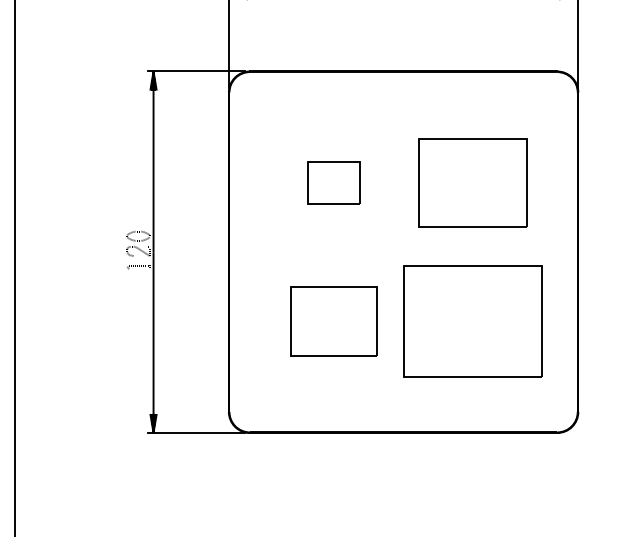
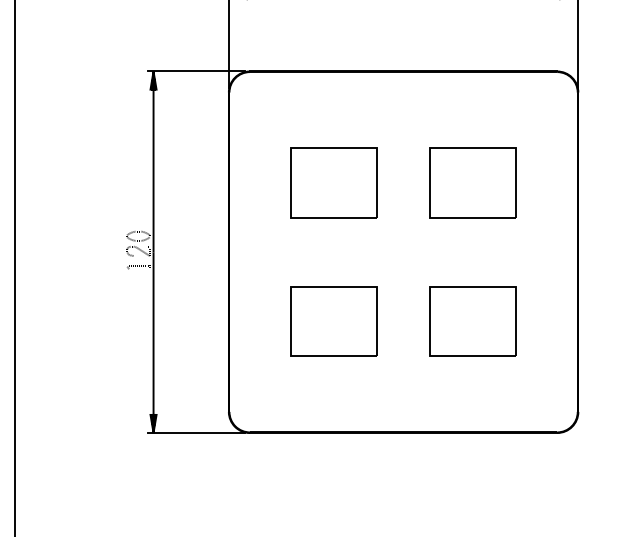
part at (333, 182) size: 54x44 px -> 88x72 px
part at (472, 182) size: 110x90 px -> 88x72 px
part at (472, 321) size: 140x113 px -> 88x71 px
